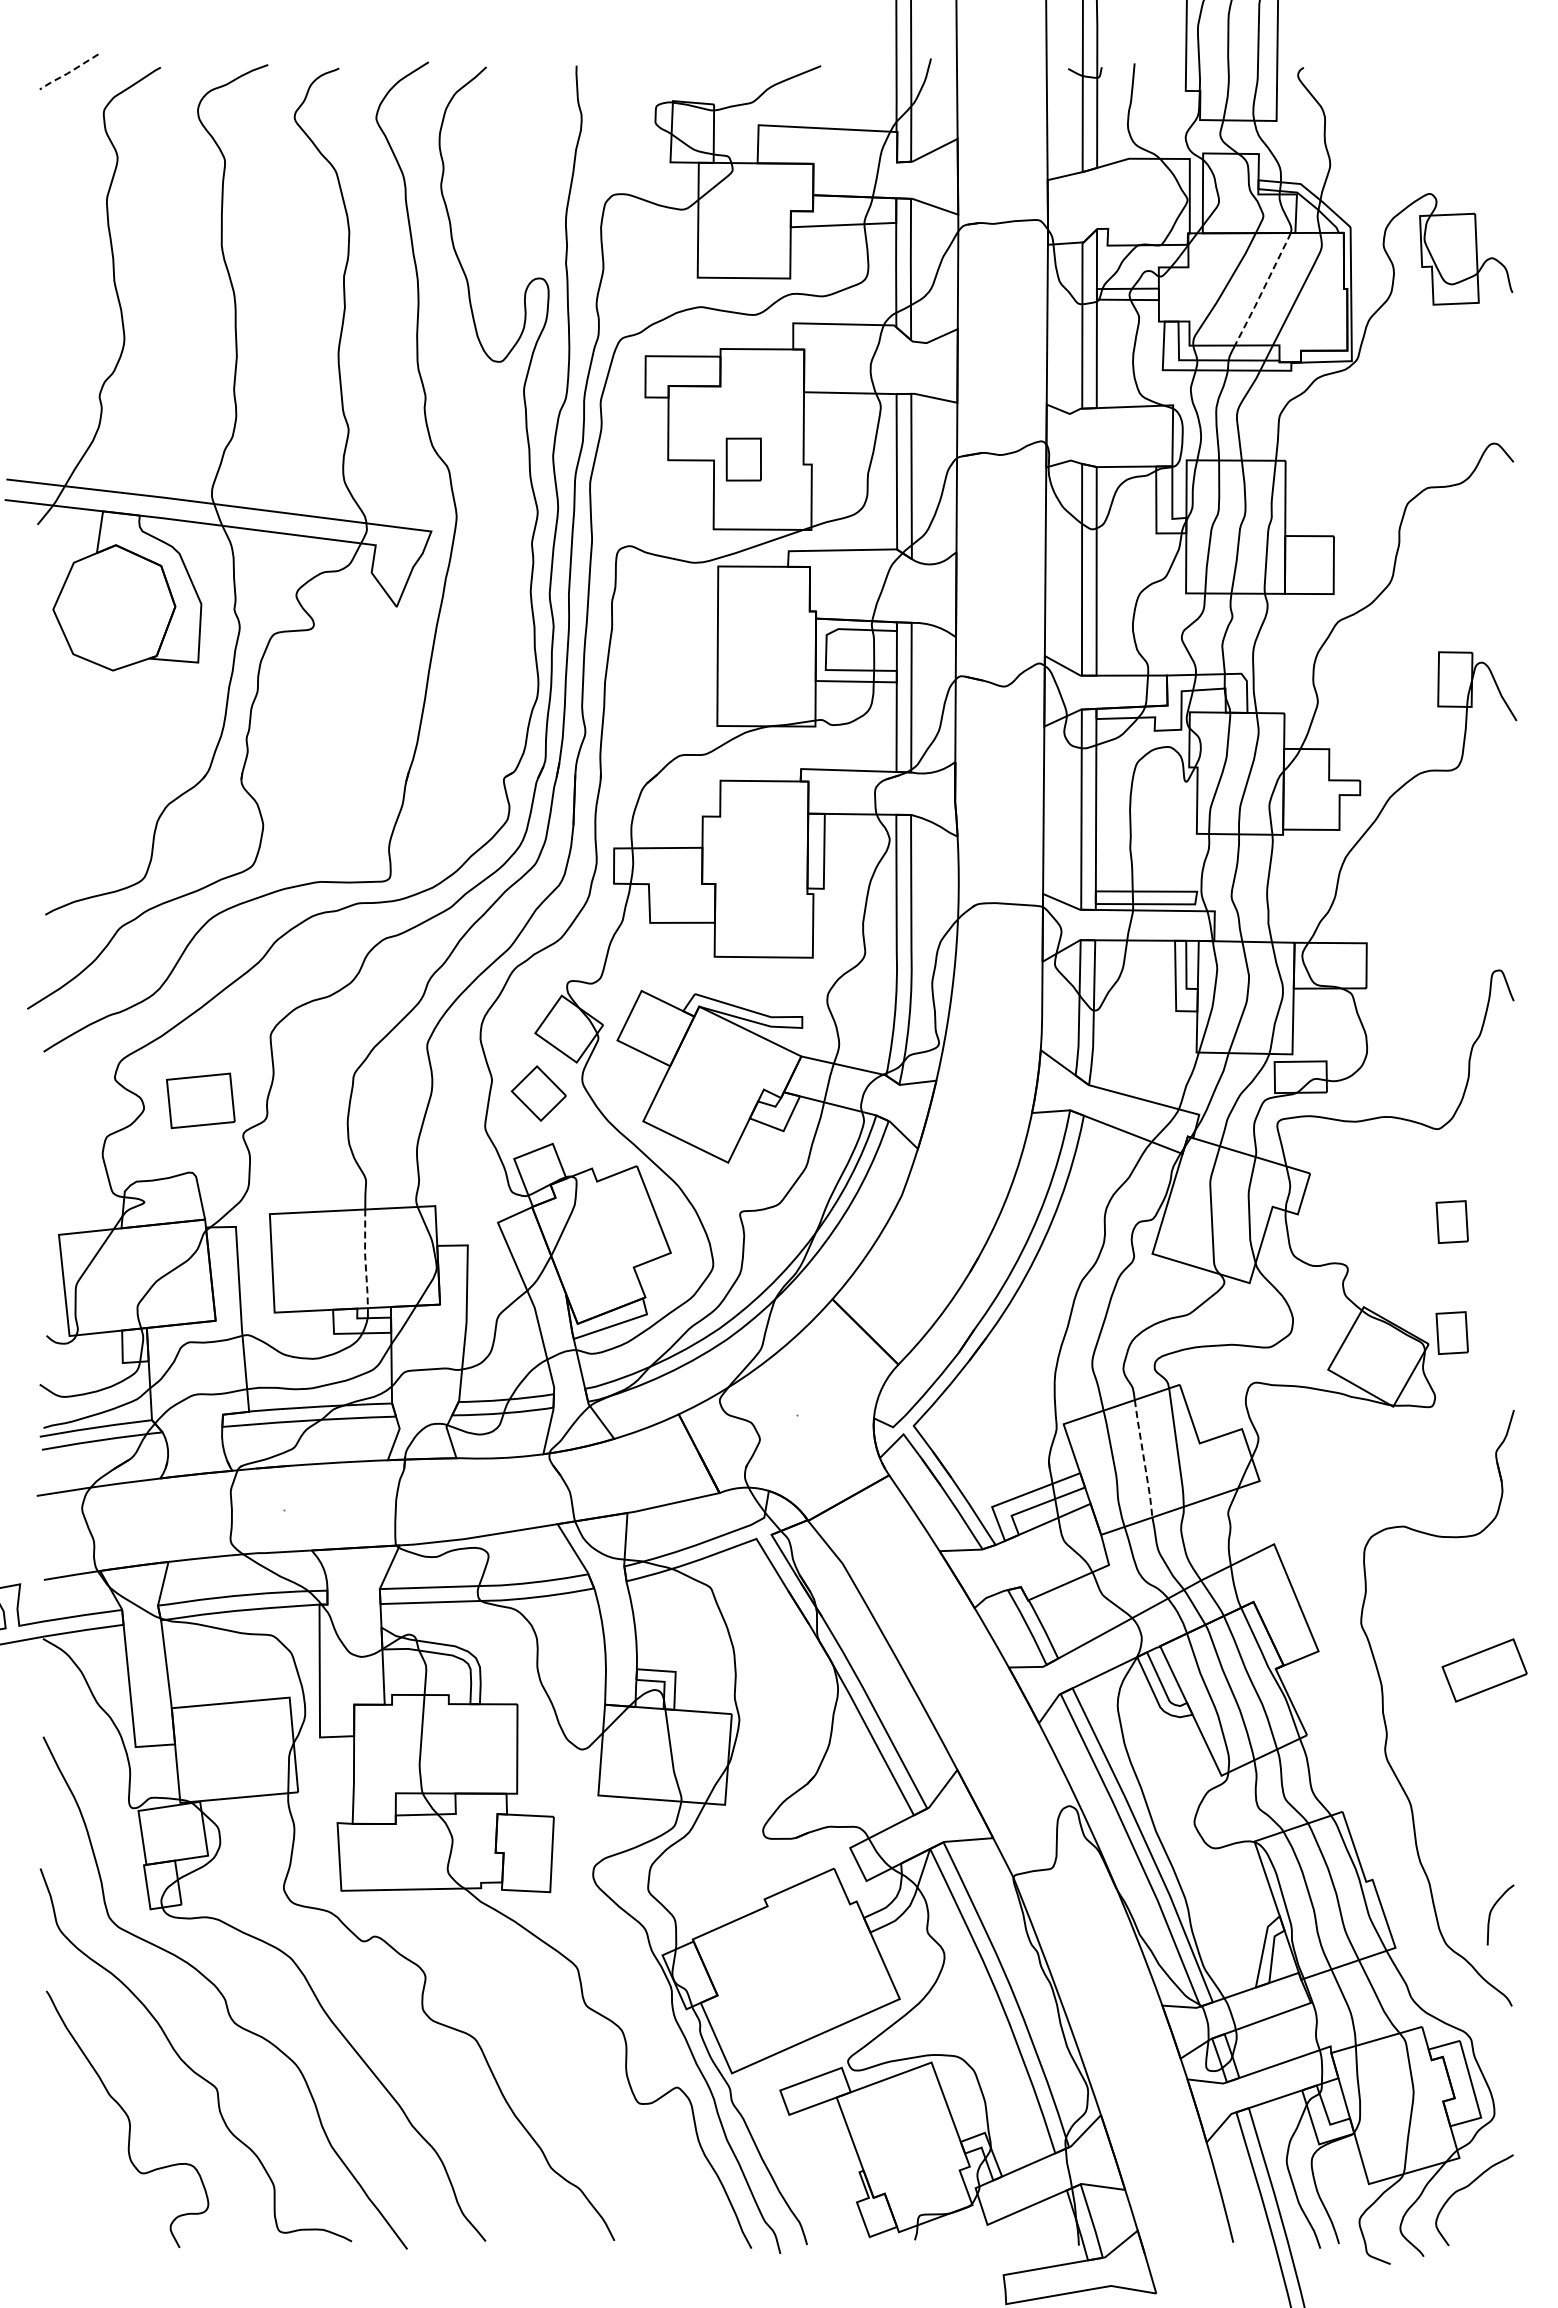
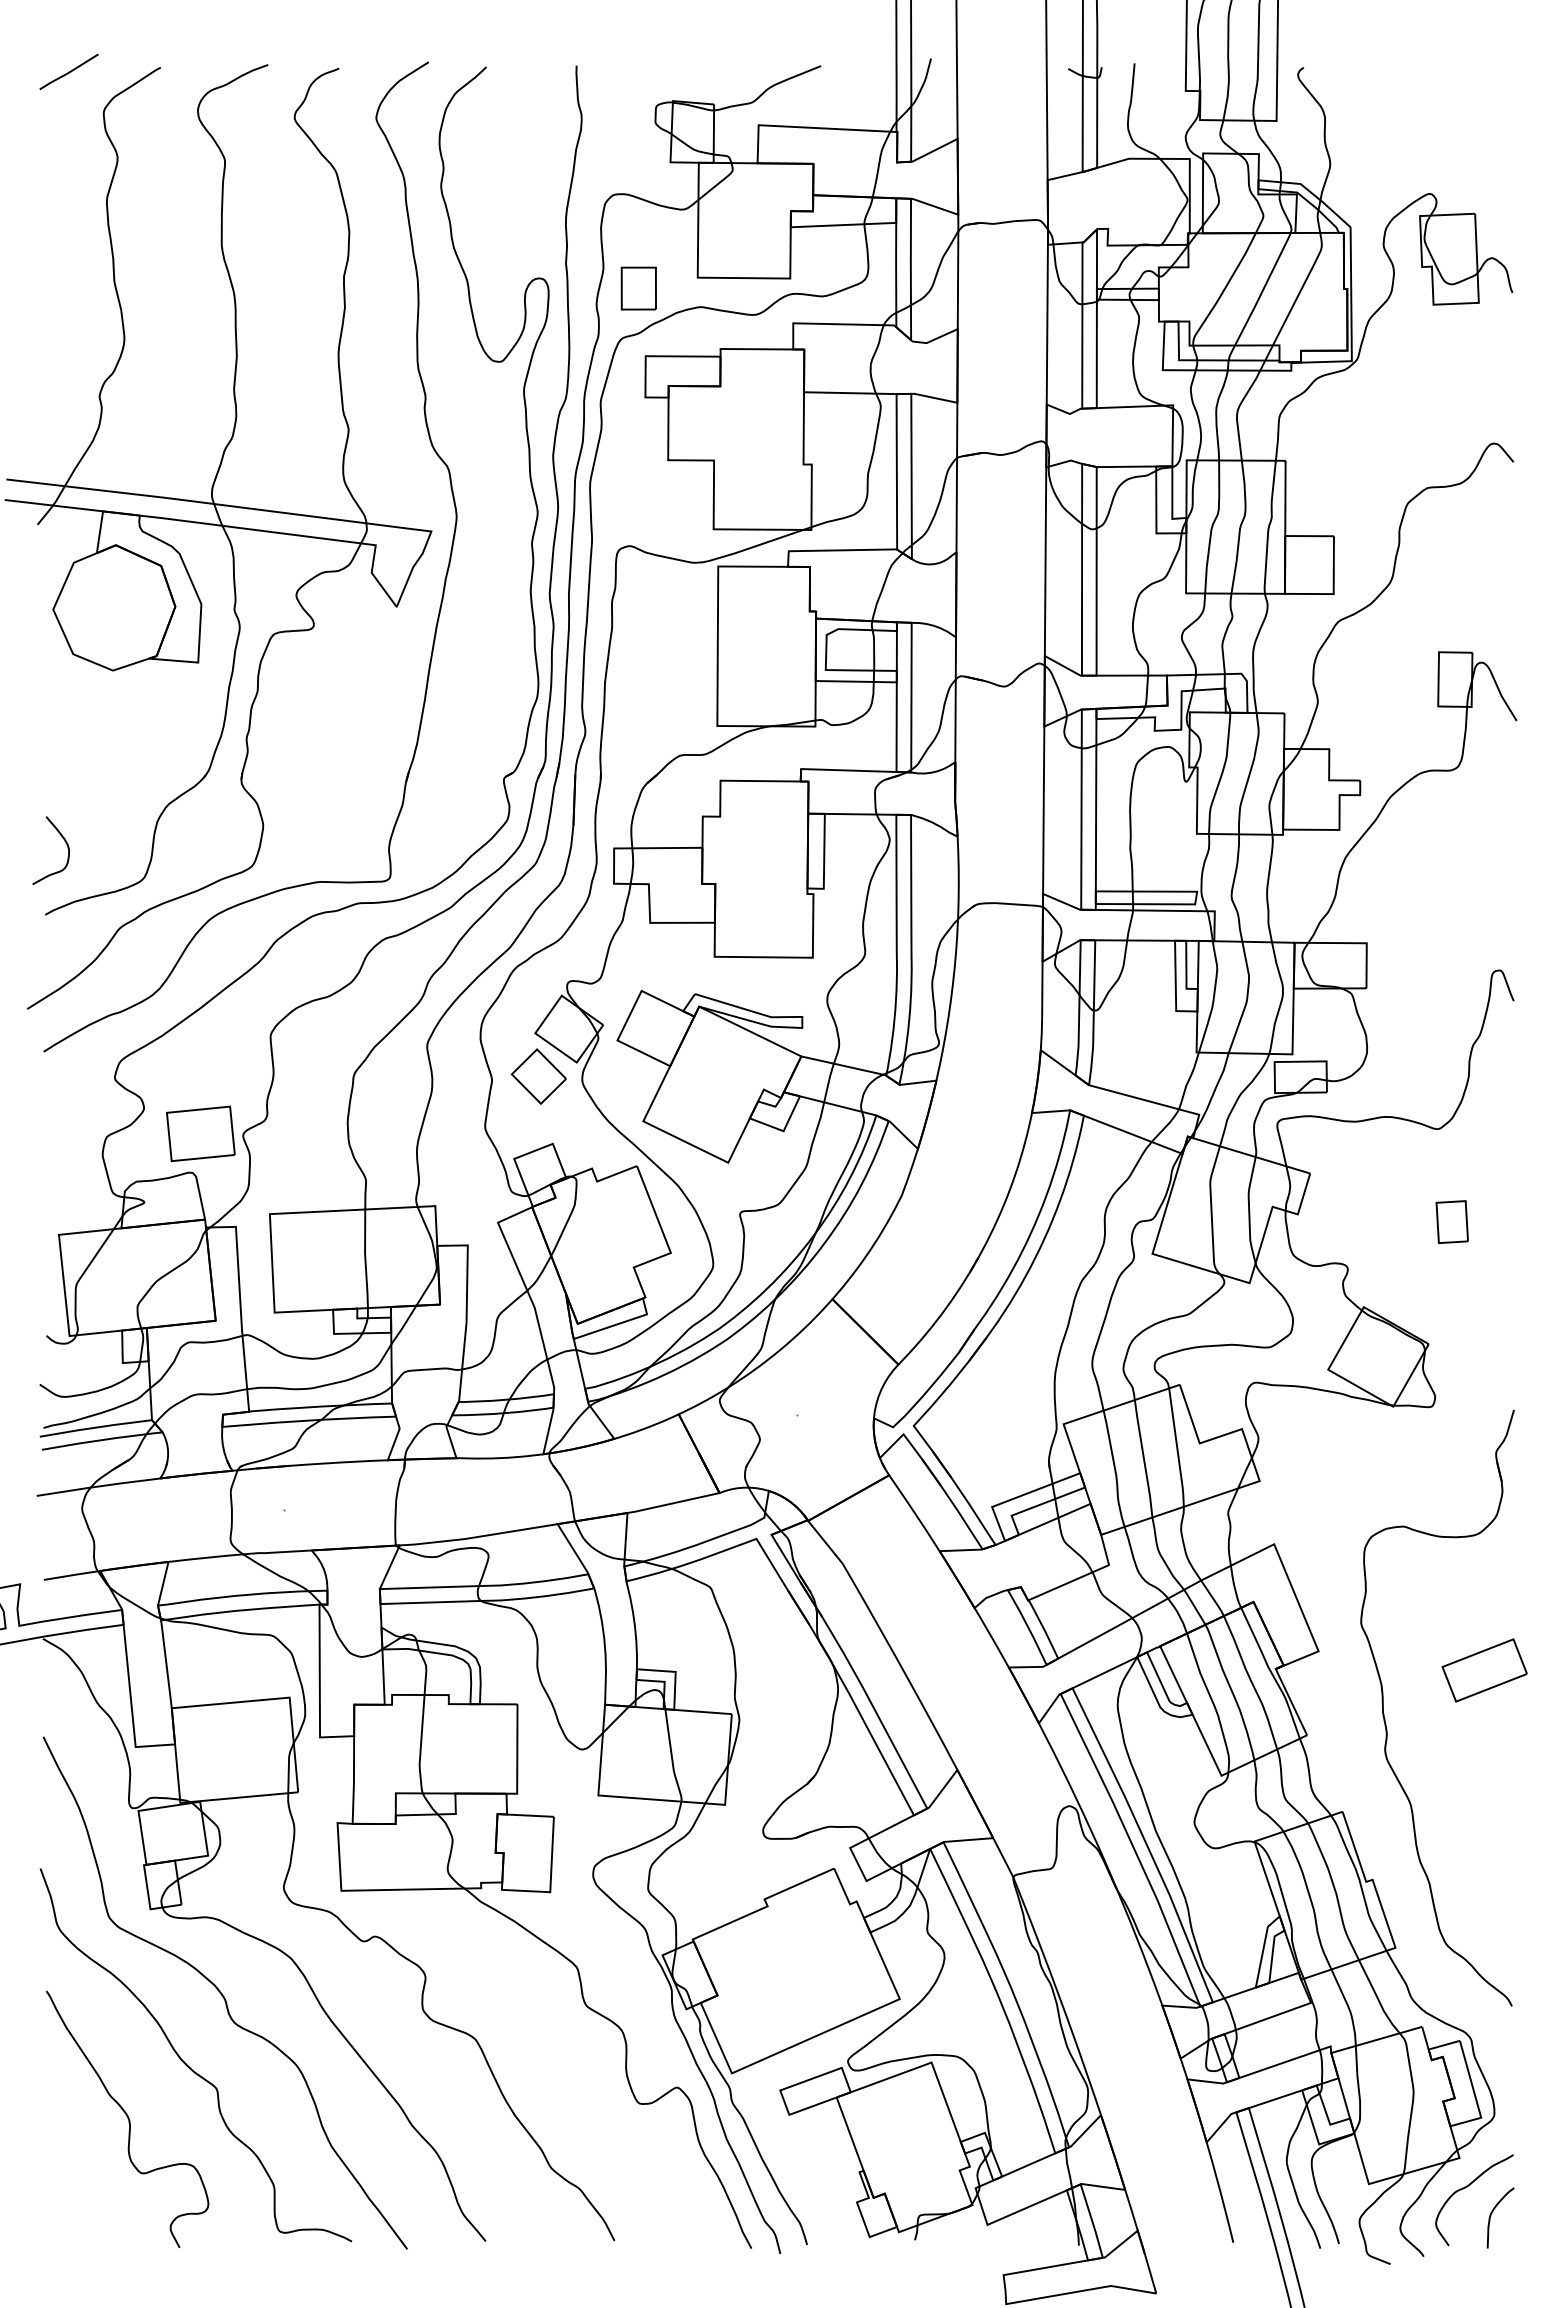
line at (68, 73): dashed -> solid
line at (1263, 290): dashed -> solid
part at (743, 459) position: (743, 459) -> (638, 288)
curve at (65, 843): none -> present
part at (538, 1093) position: (538, 1093) -> (538, 1076)
part at (200, 1100) position: (200, 1100) -> (200, 1133)
line at (365, 1259): dashed -> solid
part at (1451, 1332): present -> none
line at (1144, 1459): dashed -> solid
curve at (1492, 1910) position: (1492, 1910) -> (1492, 2213)
